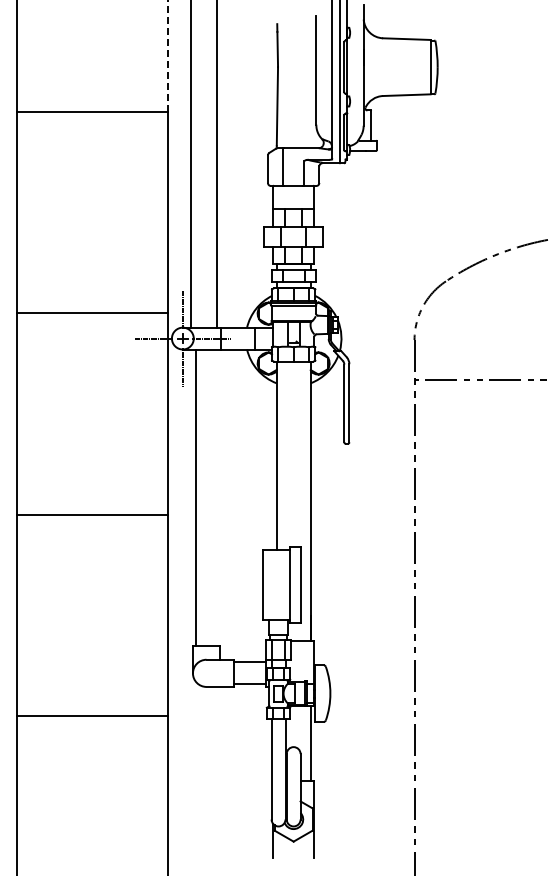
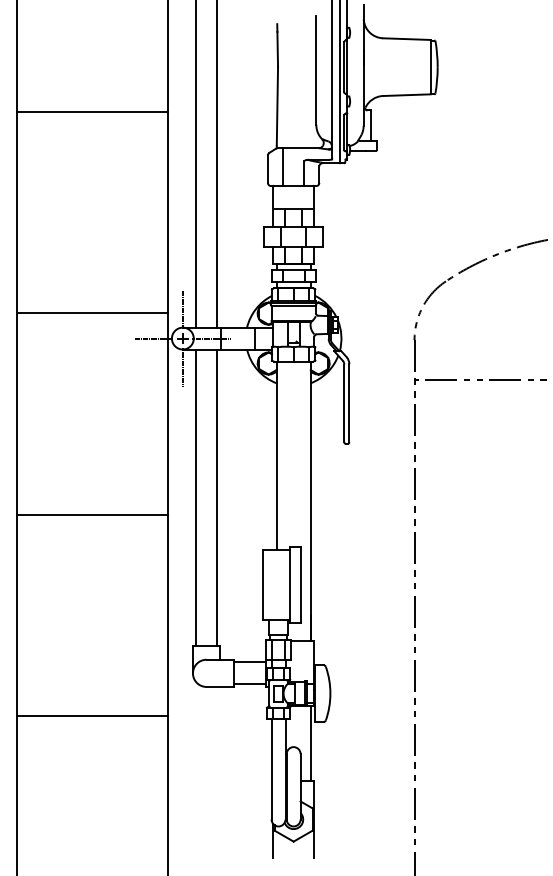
line at (167, 56): dashed -> solid
line at (190, 164) position: (190, 164) -> (195, 164)
line at (217, 497): none -> present
